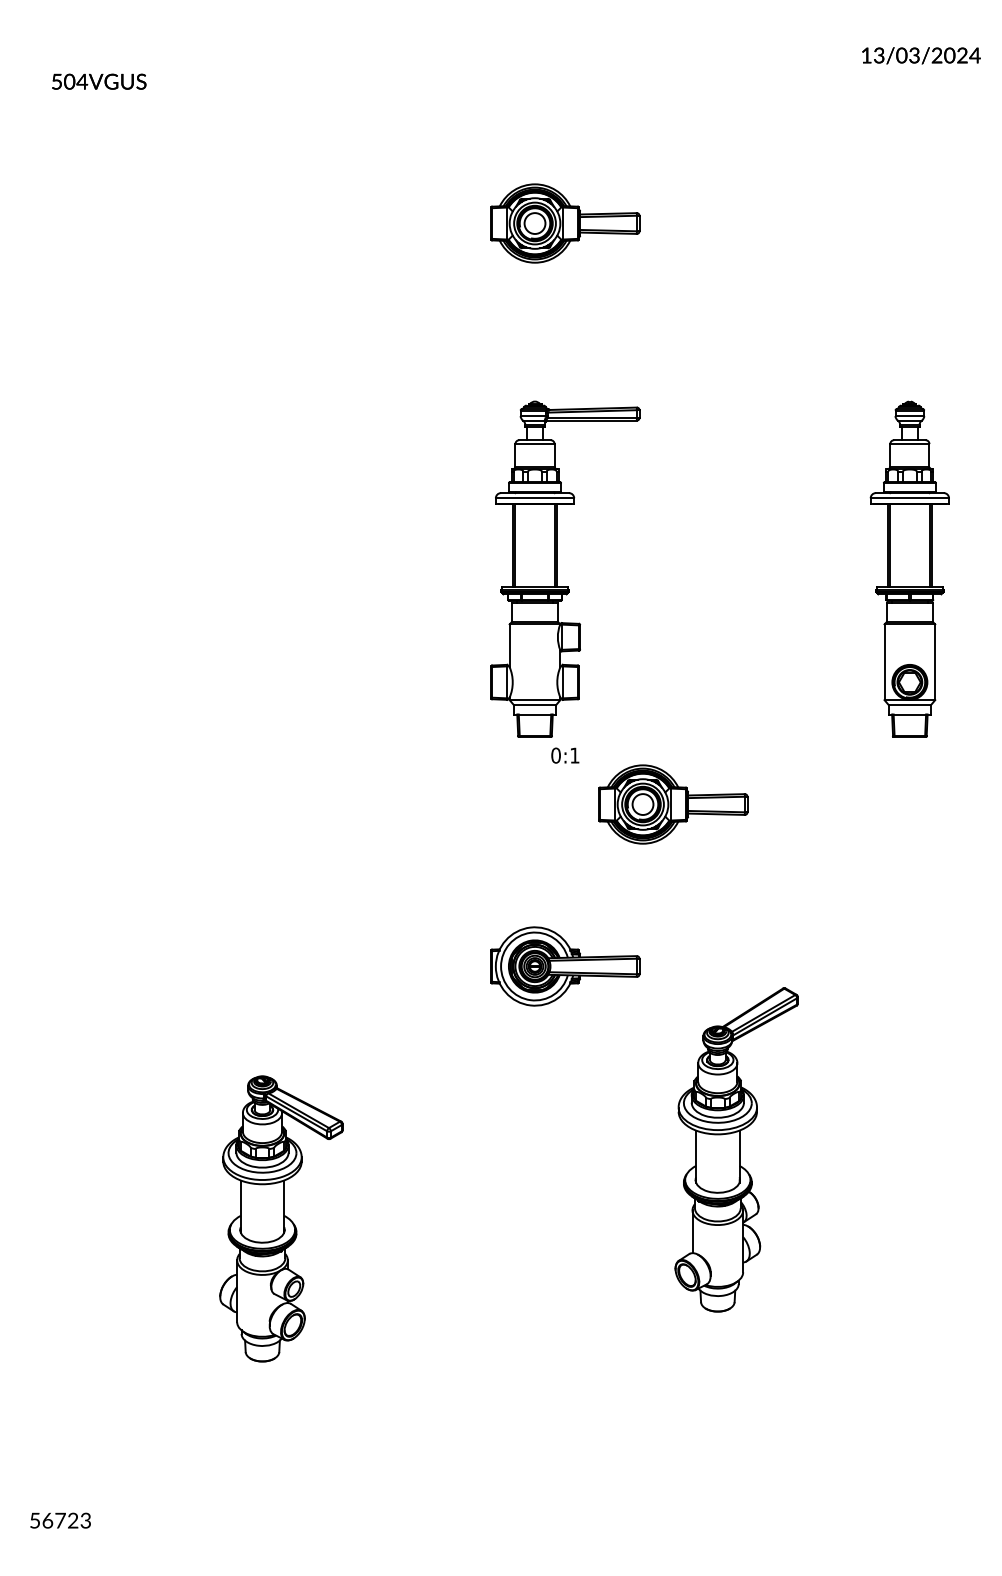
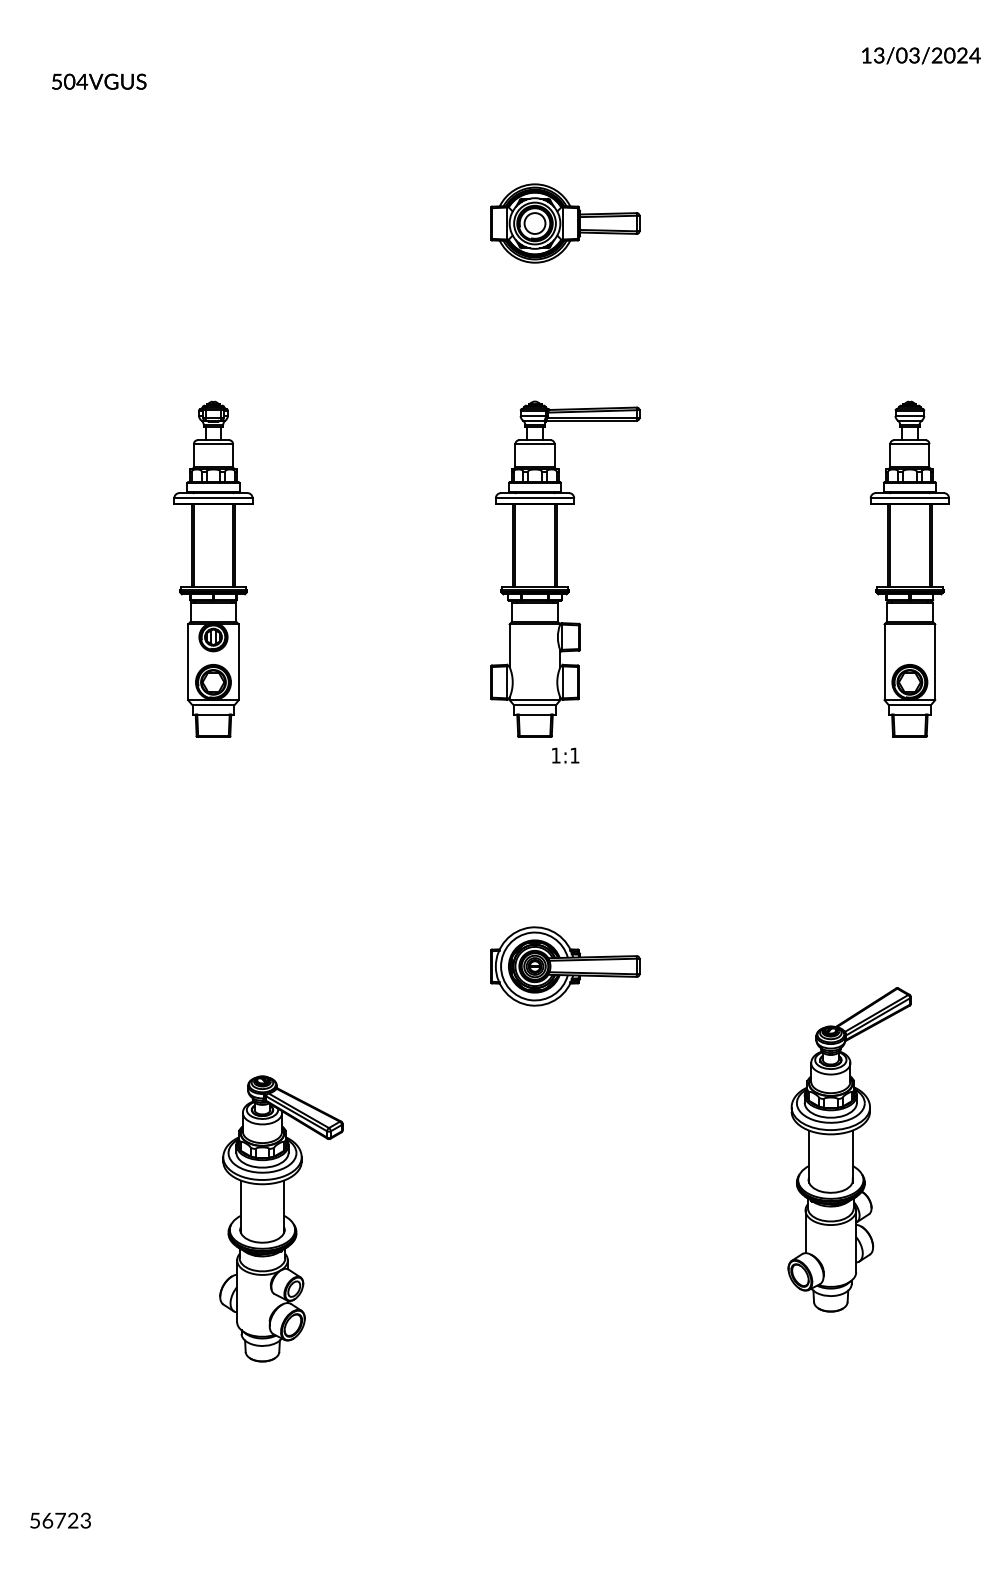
part at (213, 568): none -> present
text at (555, 755): 0:1 -> 1:1
part at (673, 804): present -> none
part at (736, 1149) position: (736, 1149) -> (849, 1149)
